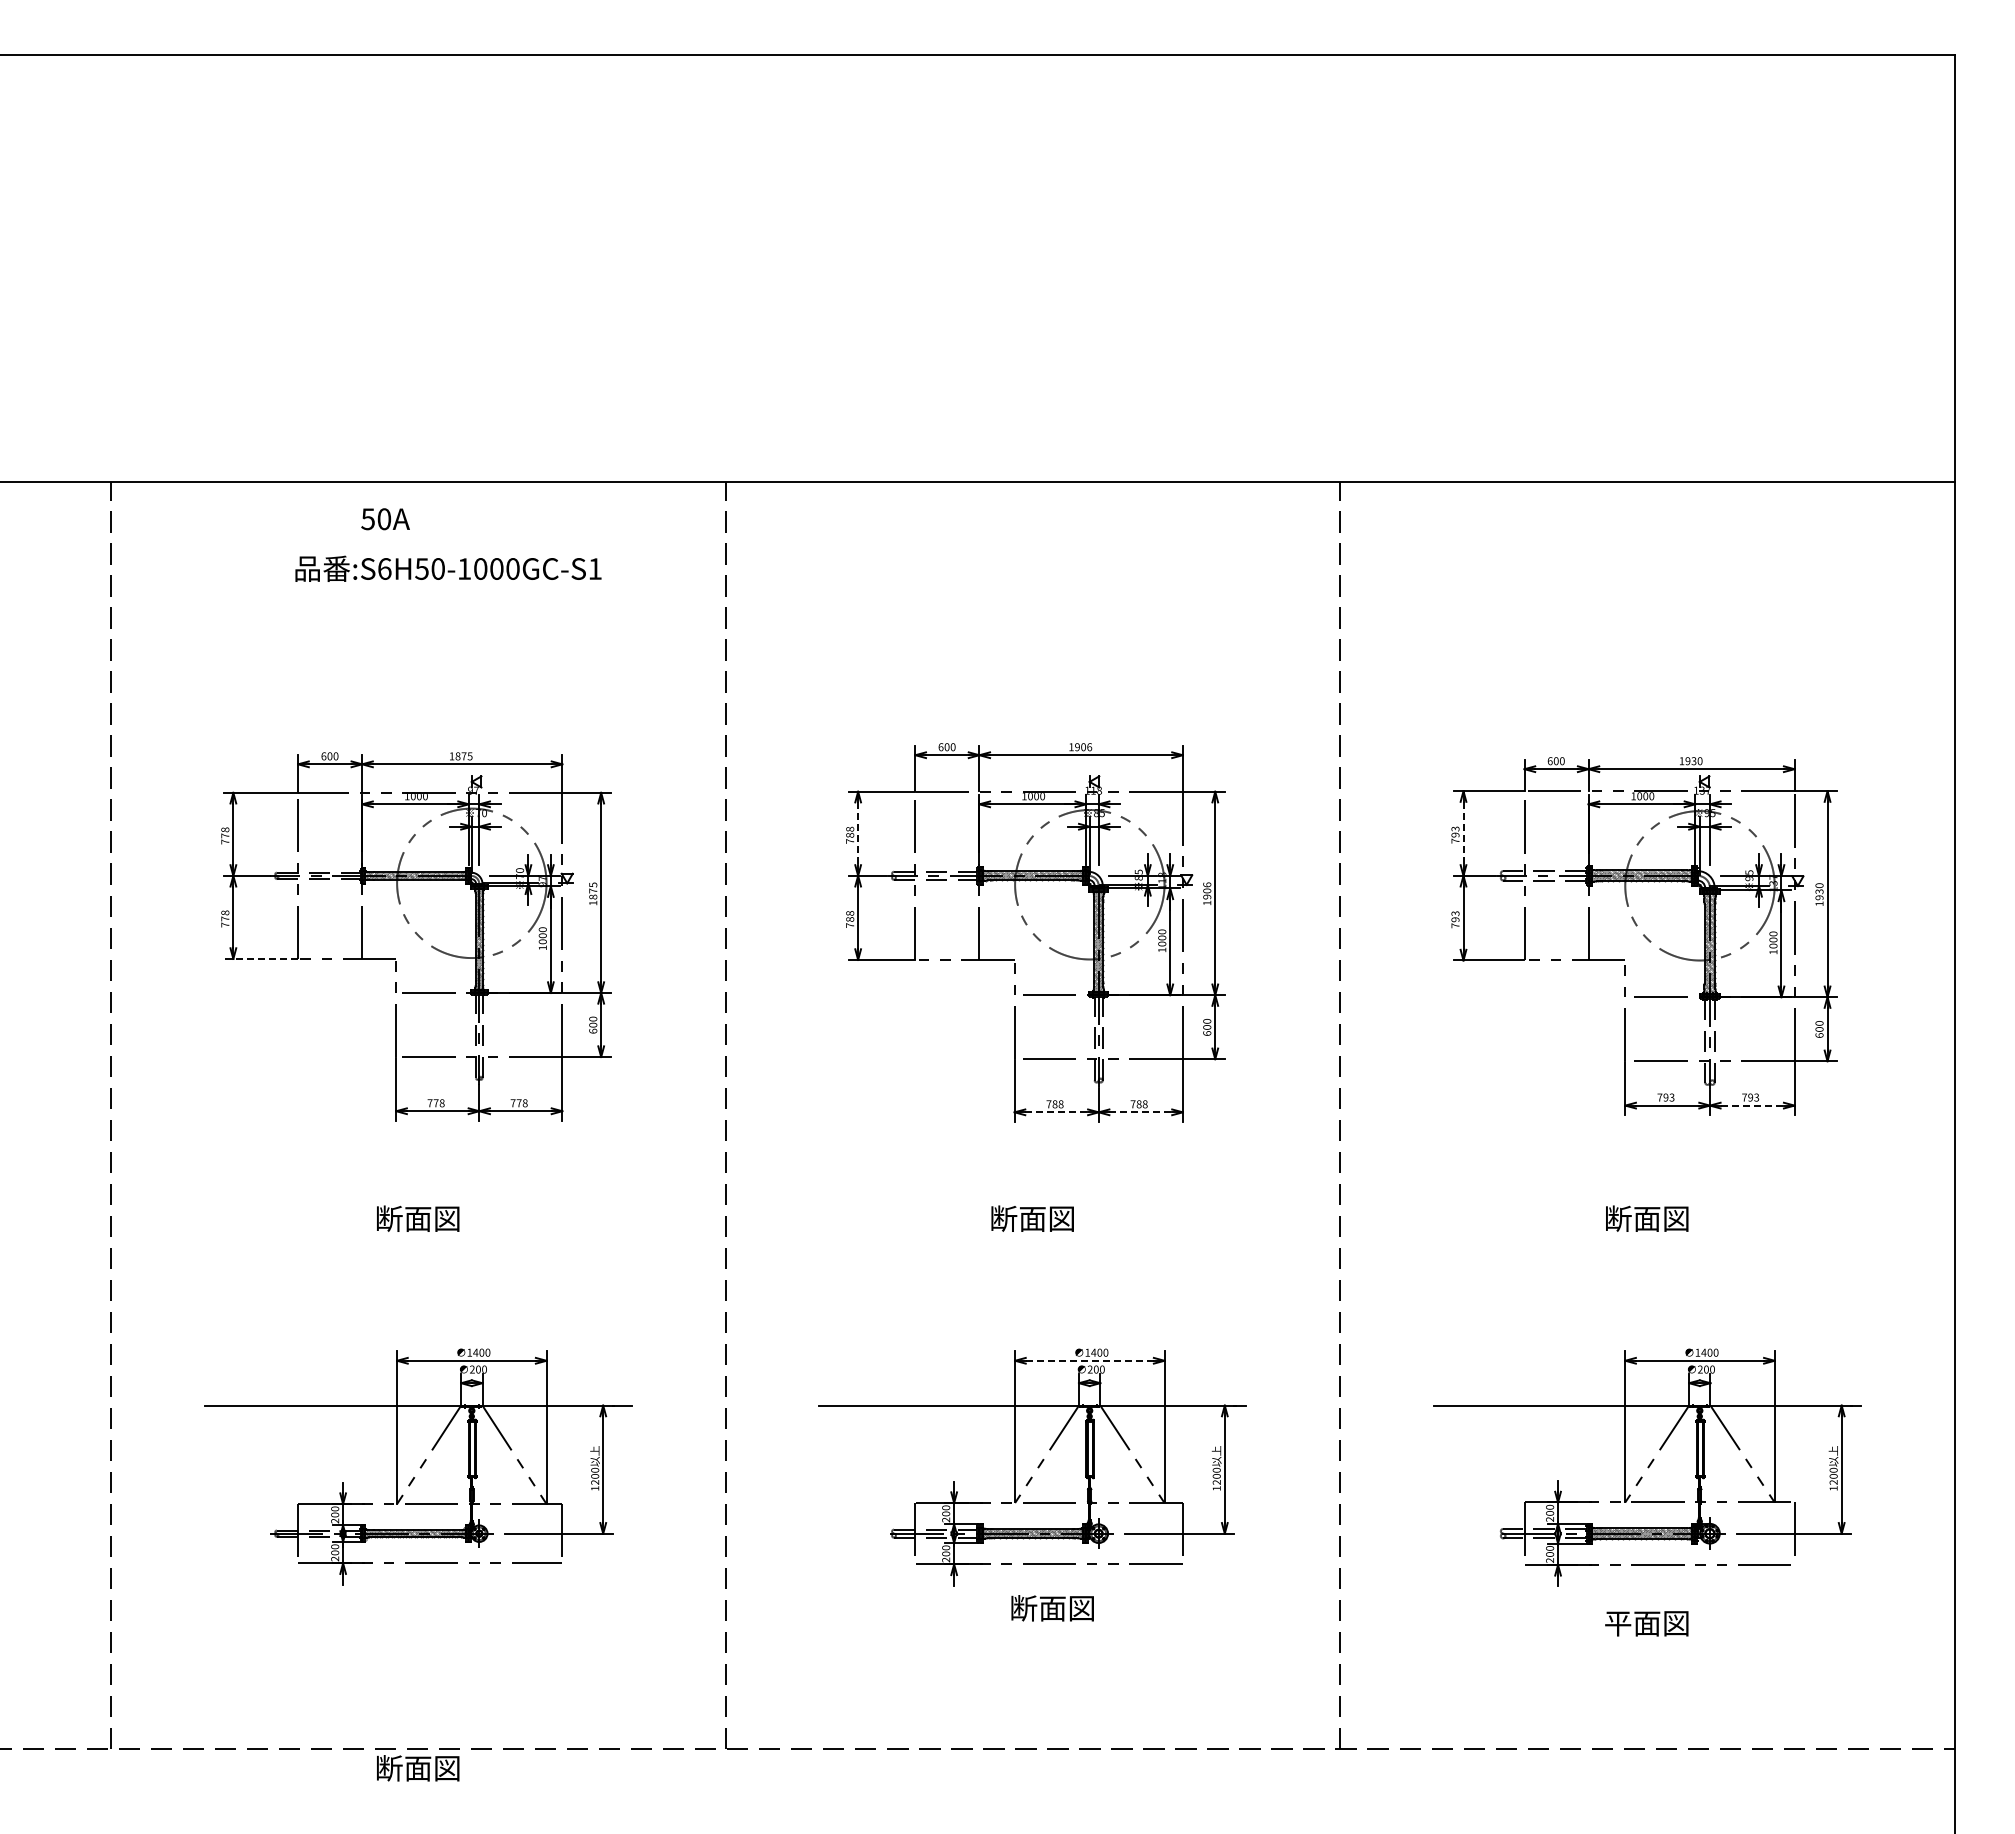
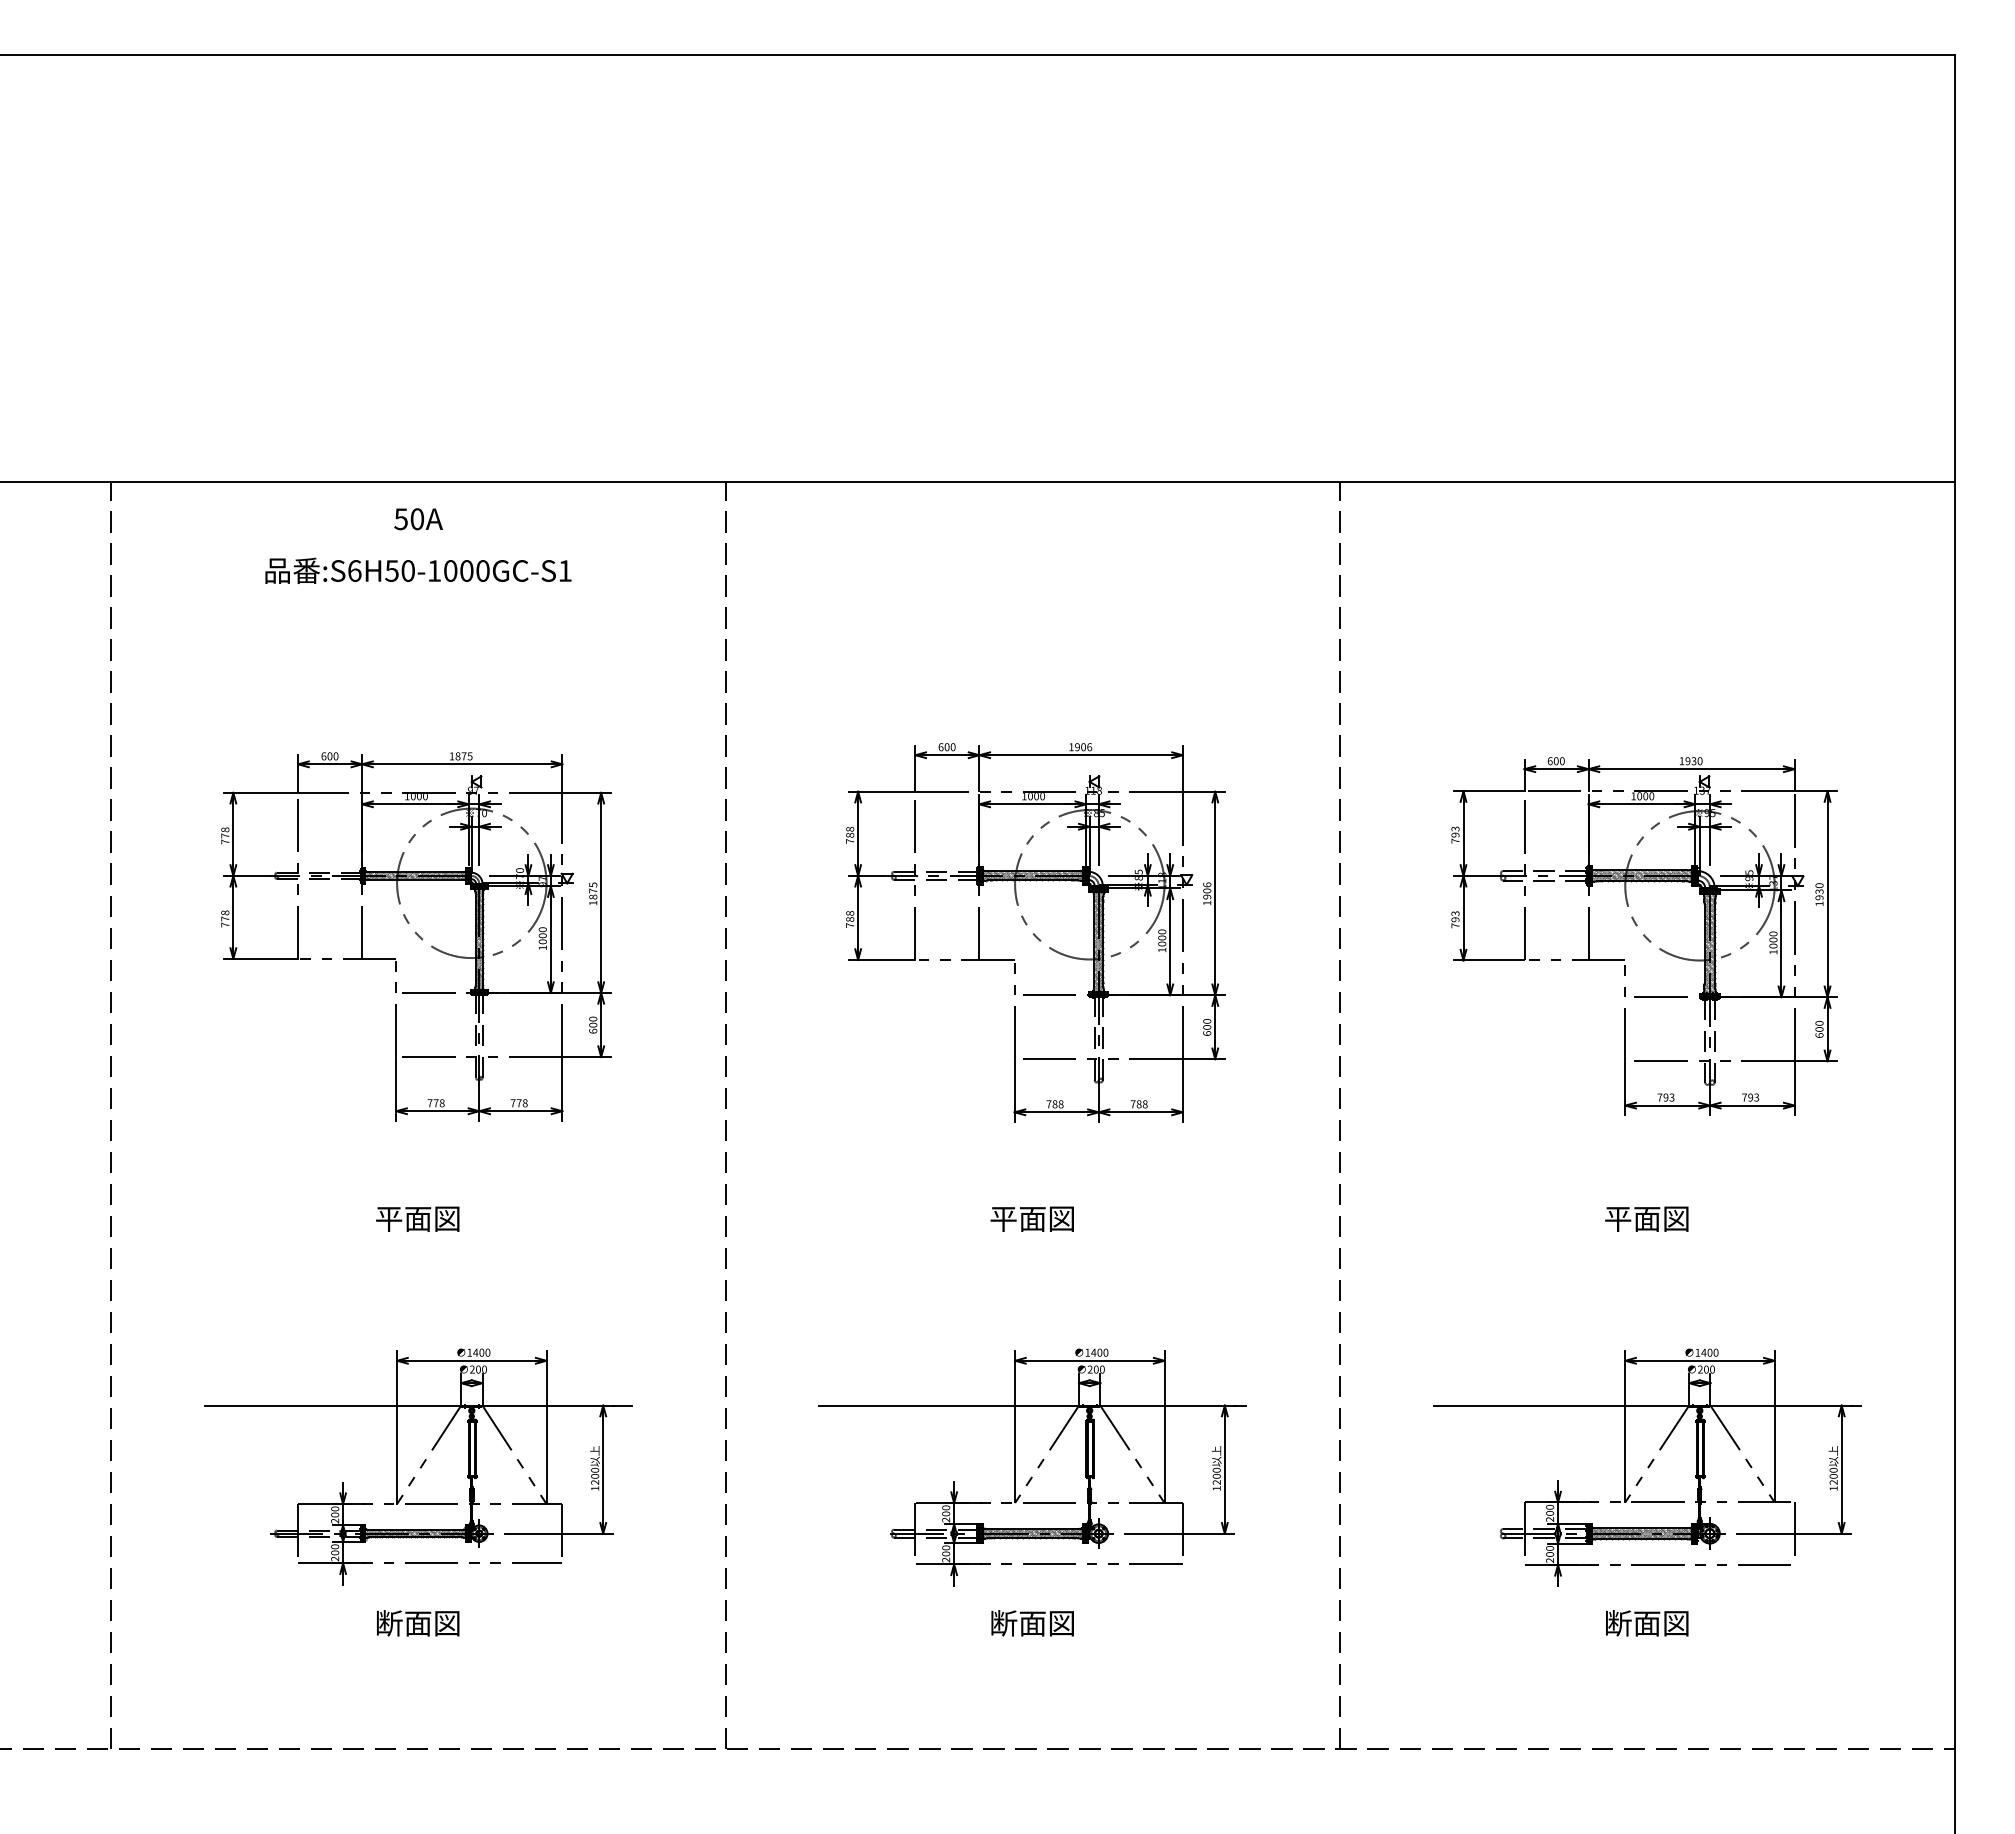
text at (385, 519) position: (385, 519) -> (418, 519)
text at (448, 568) position: (448, 568) -> (418, 570)
line at (1463, 833): dashed -> solid
line at (858, 834): dashed -> solid
line at (260, 958): dashed -> solid
line at (1752, 1105): dashed -> solid
line at (1057, 1112): dashed -> solid
line at (1141, 1112): dashed -> solid
text at (389, 1218): 断面図 -> 平面図
text at (1003, 1218): 断面図 -> 平面図
text at (1618, 1218): 断面図 -> 平面図
line at (1089, 1360): dashed -> solid
text at (1052, 1608) position: (1052, 1608) -> (1032, 1623)
text at (1618, 1623): 平面図 -> 断面図
text at (418, 1768) position: (418, 1768) -> (418, 1623)
